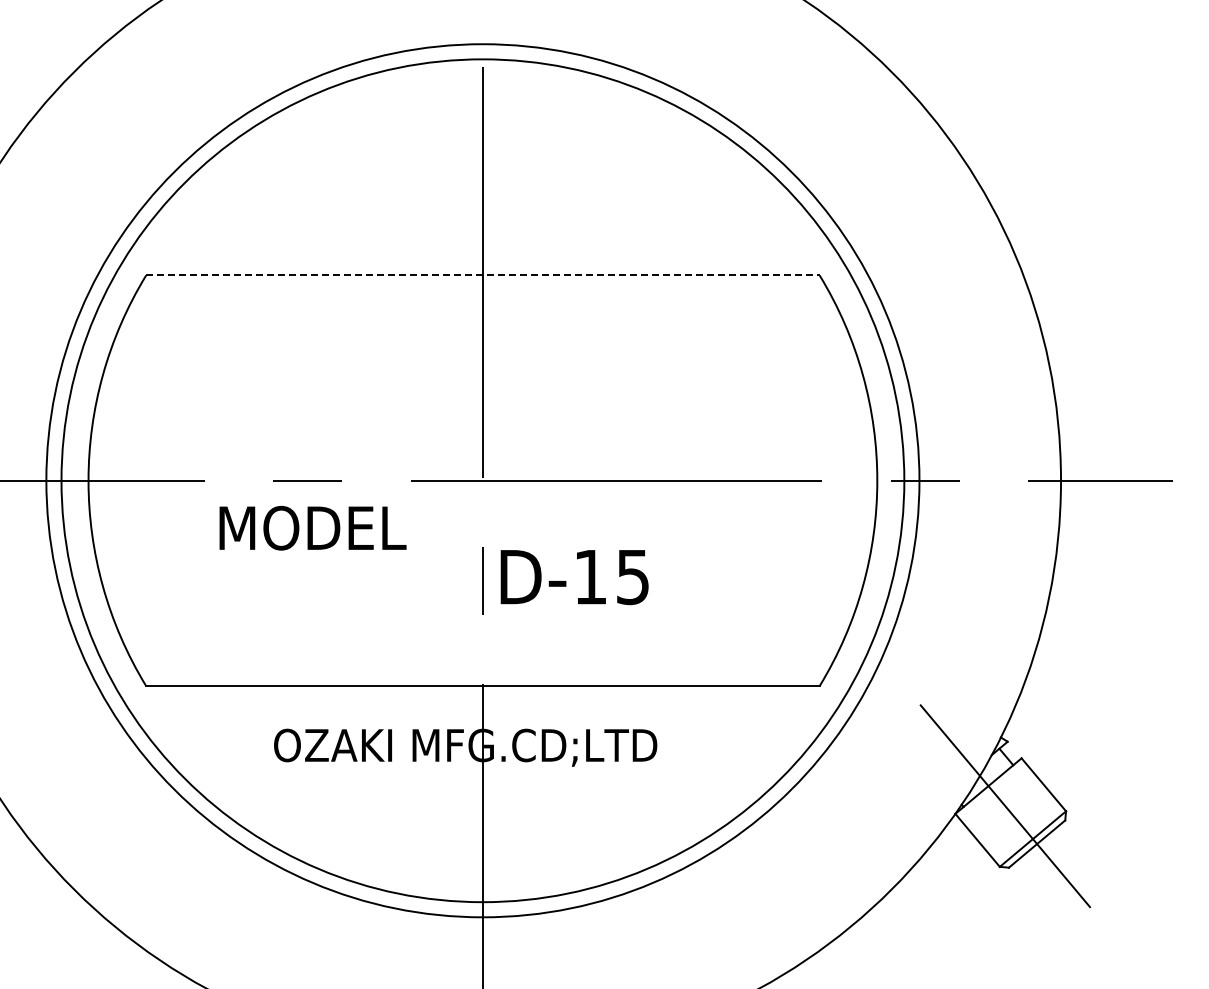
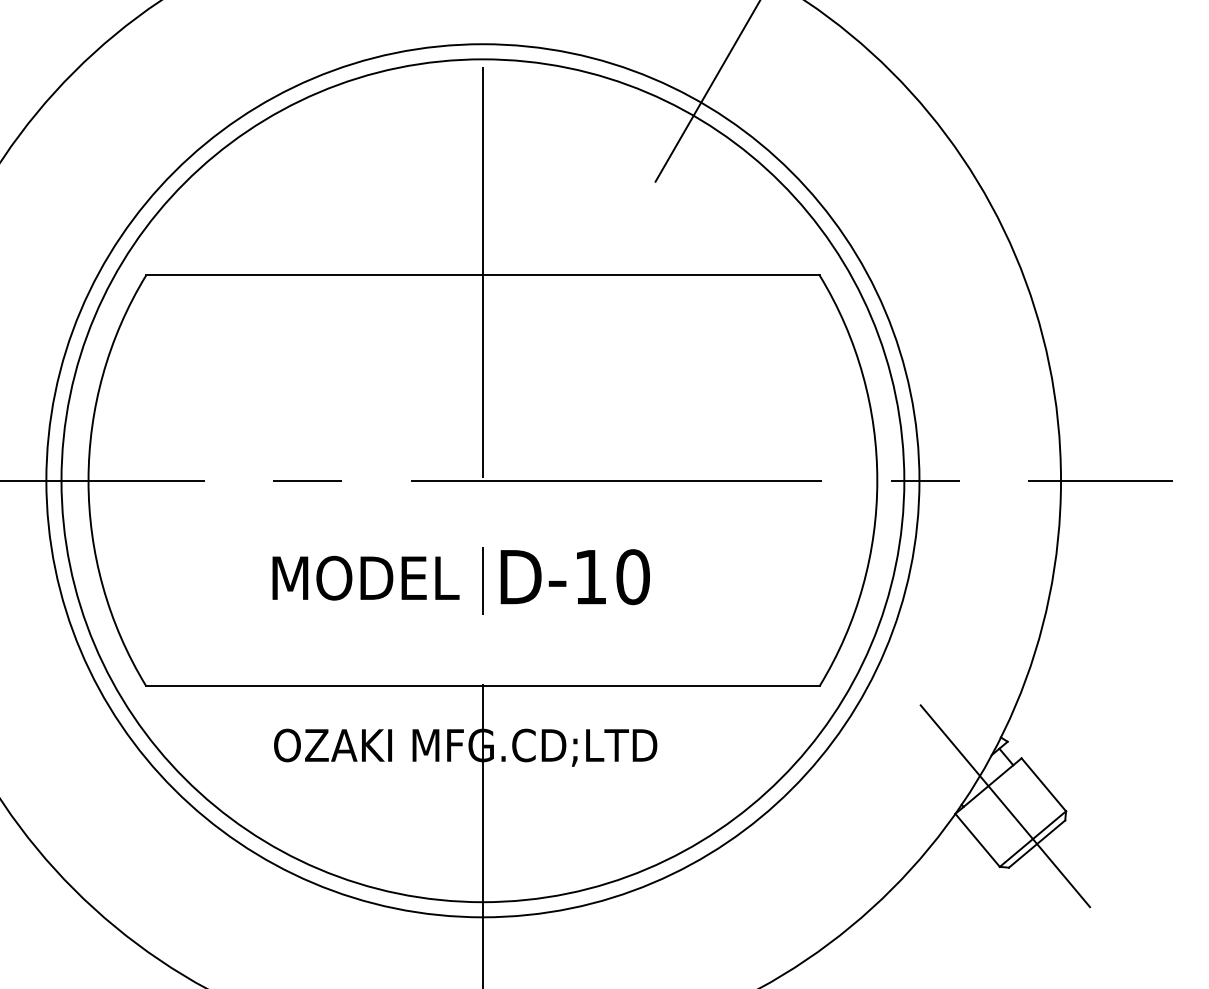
line at (707, 92): none -> present
line at (482, 275): dashed -> solid
text at (312, 527) position: (312, 527) -> (365, 577)
text at (632, 577): D-15 -> D-10
